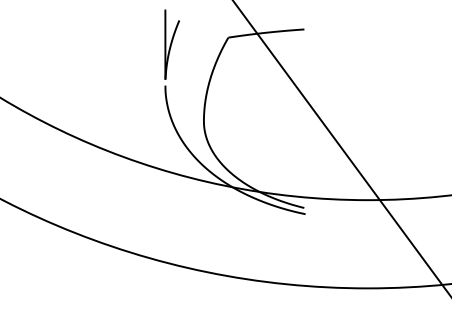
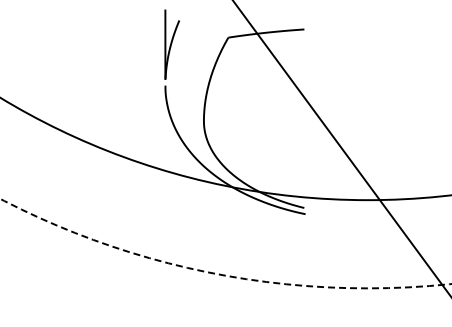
circle at (225, 243): solid -> dashed
